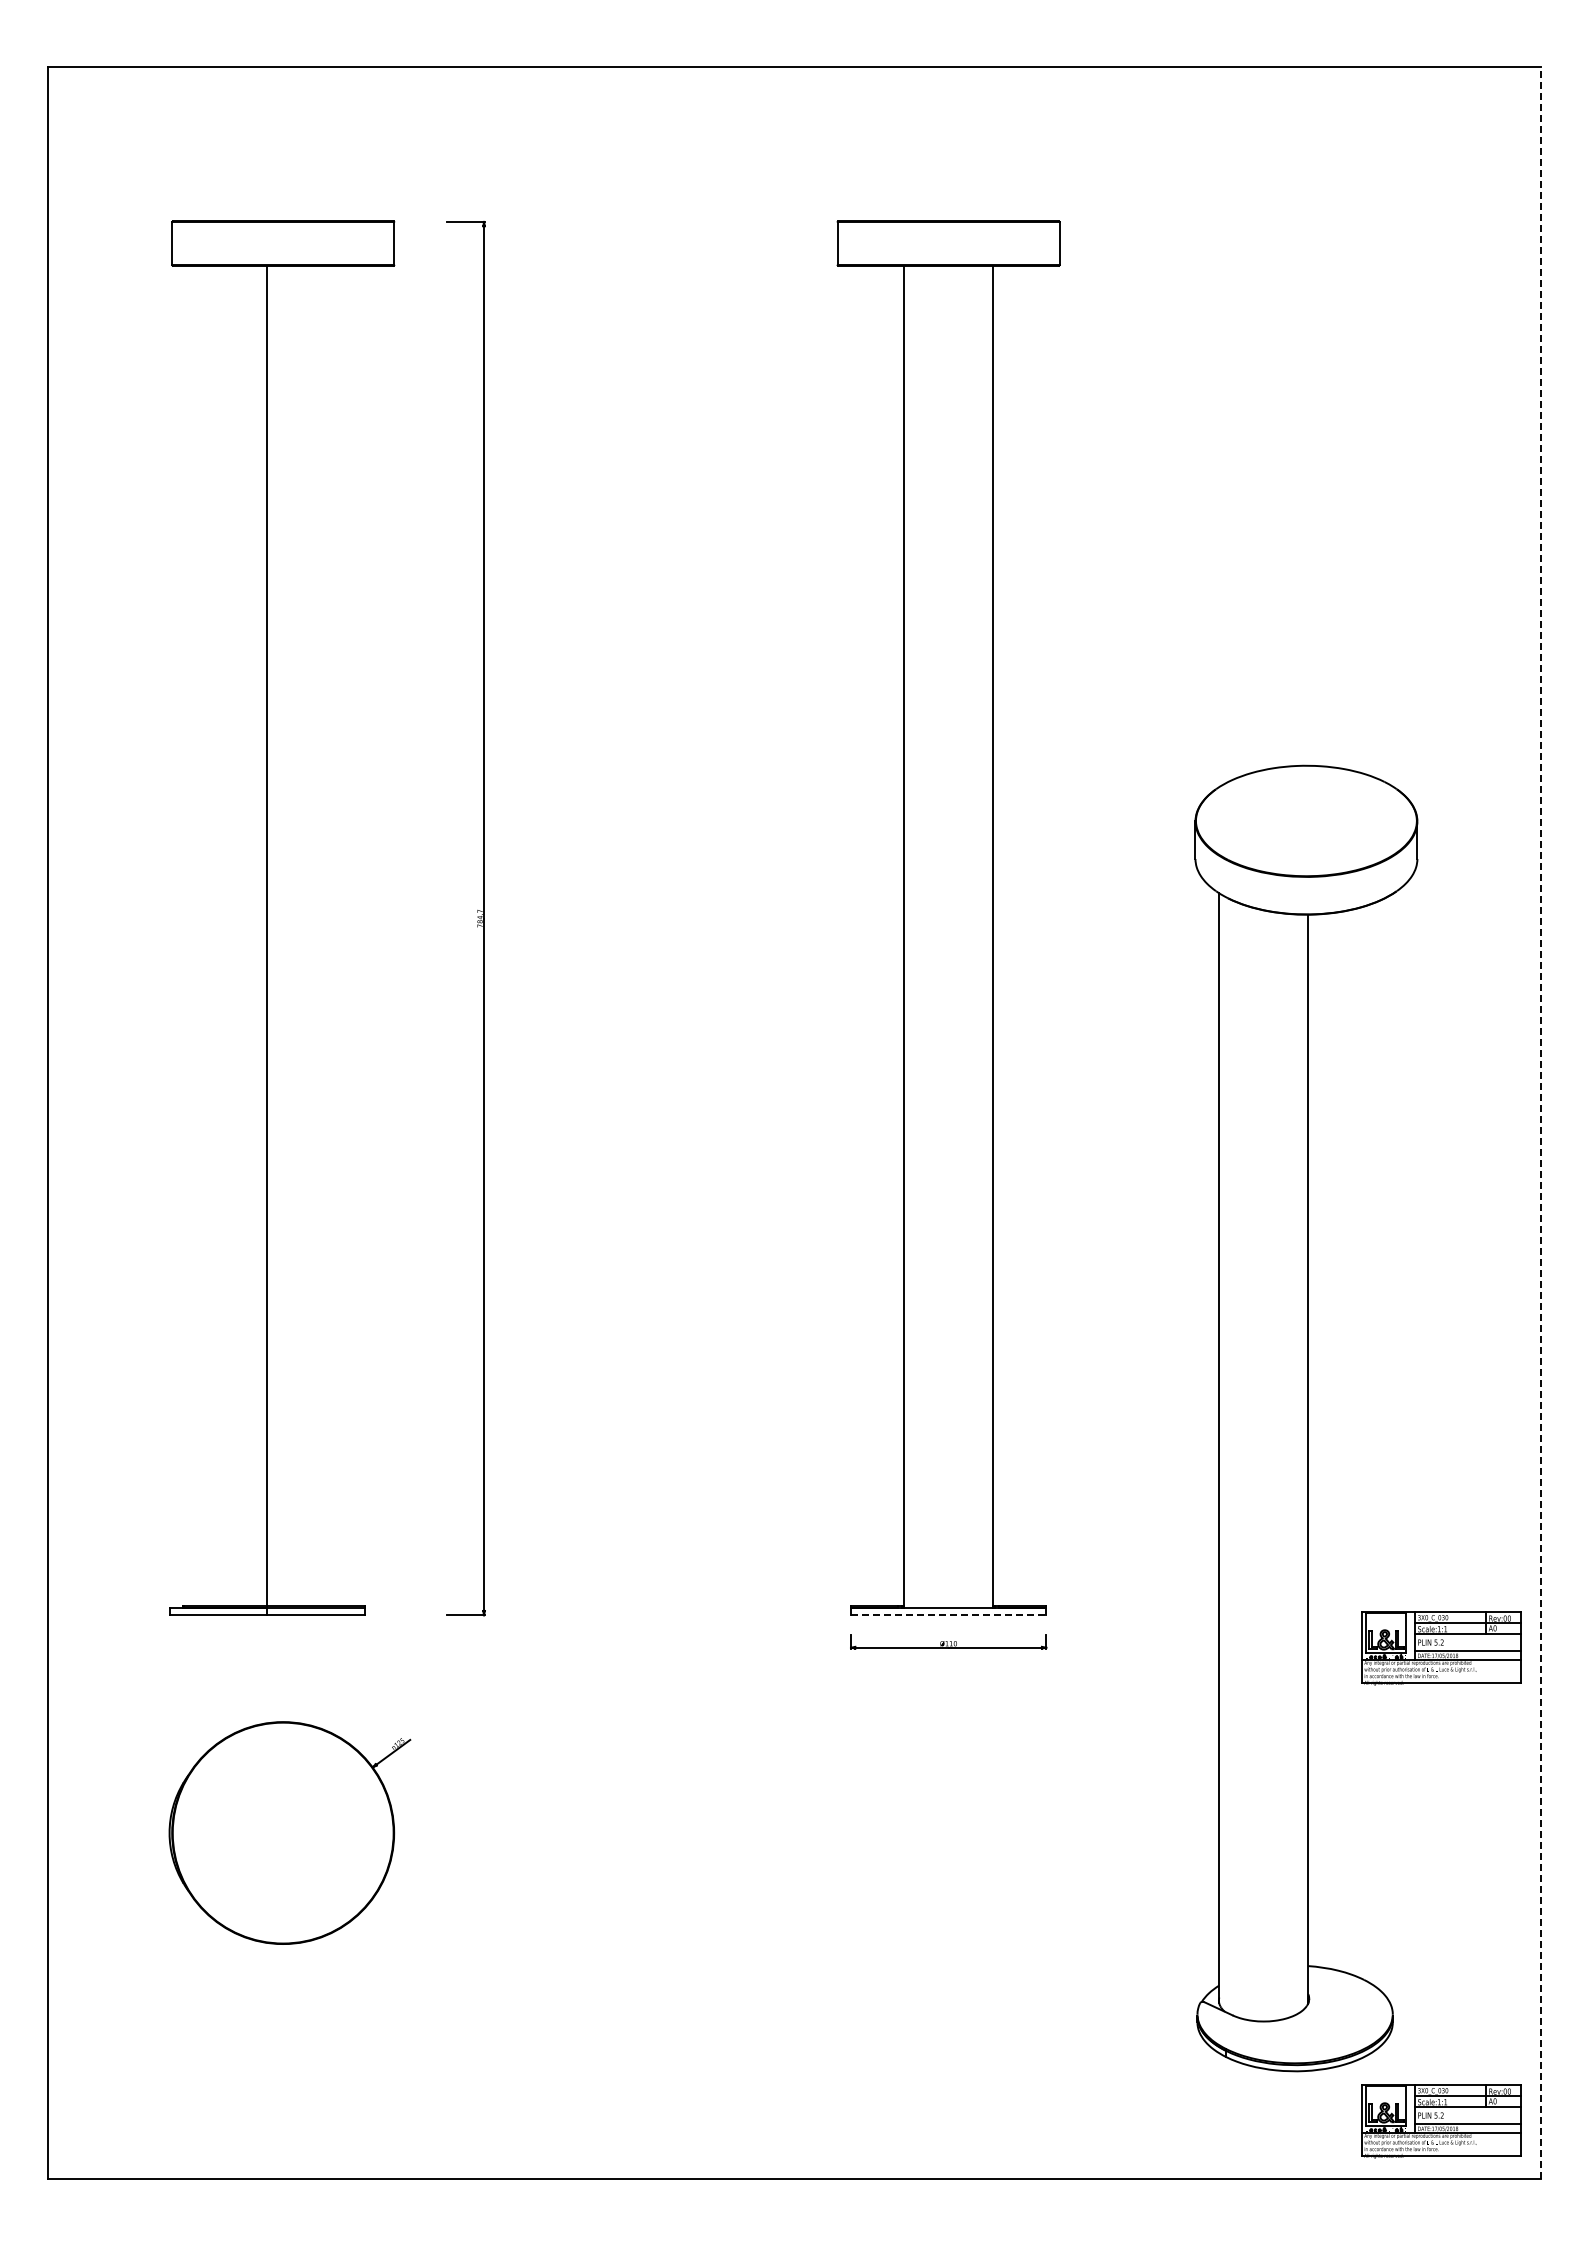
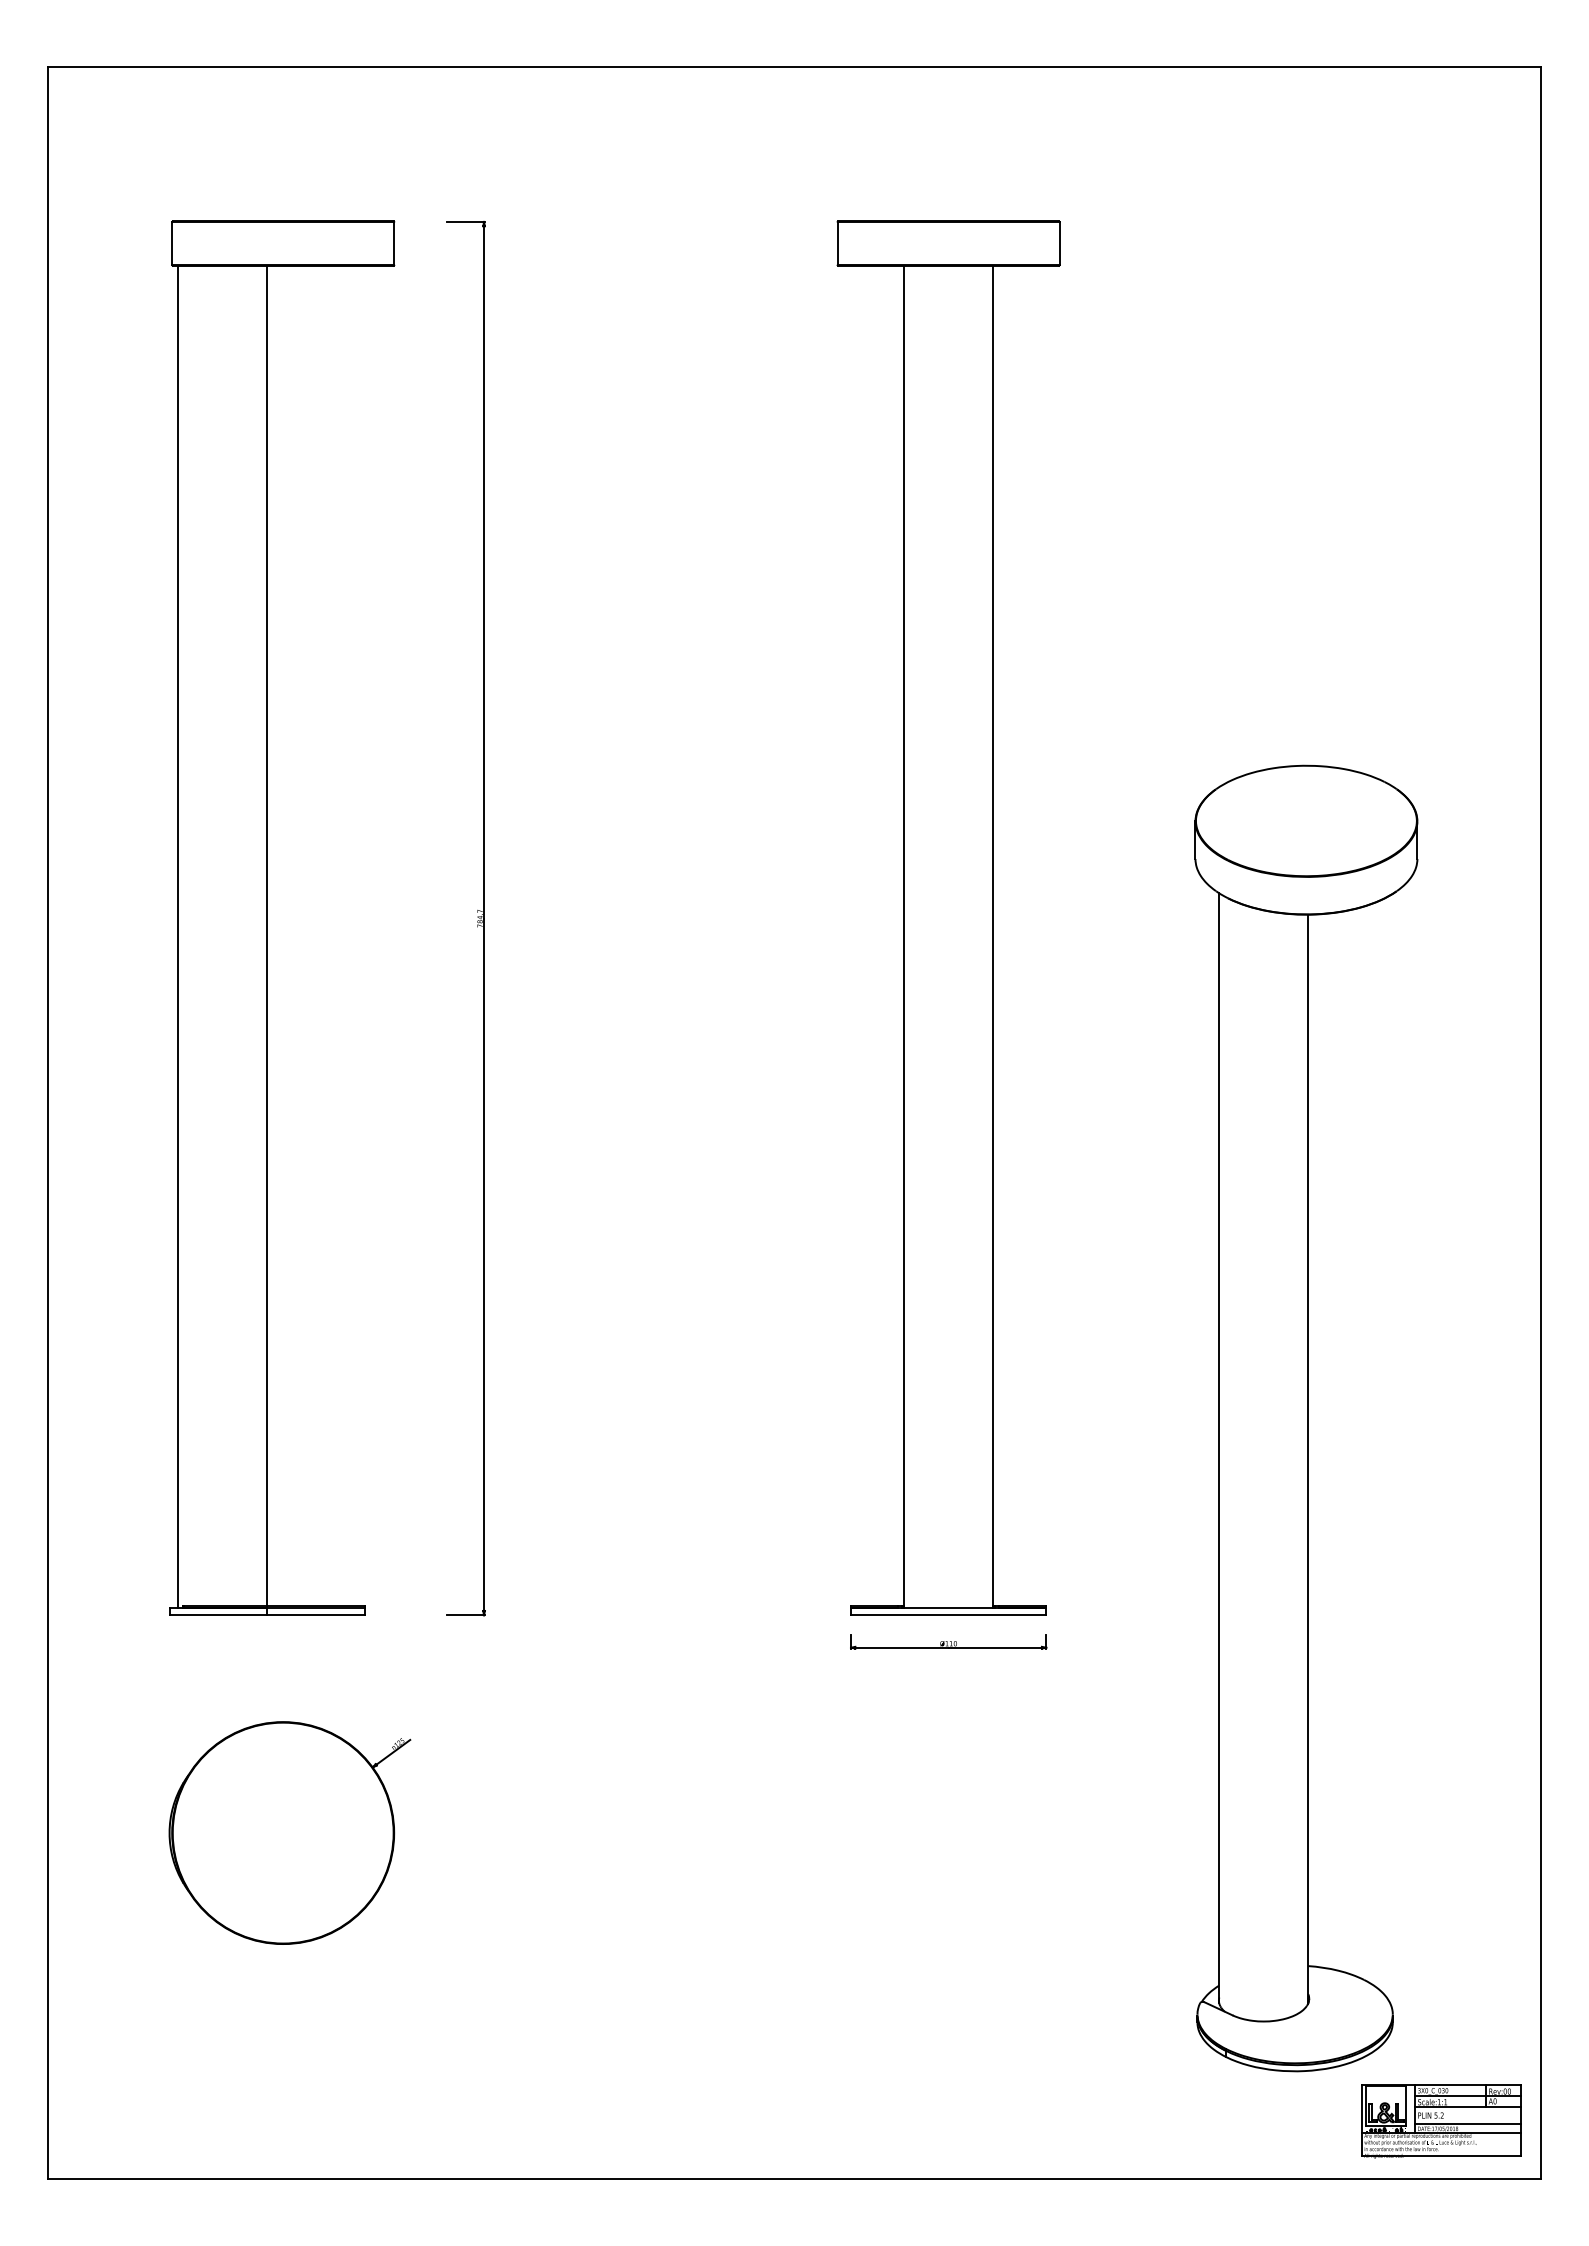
line at (178, 936): none -> present
line at (1541, 1123): dashed -> solid
line at (948, 1615): dashed -> solid
part at (1441, 1648): present -> none
